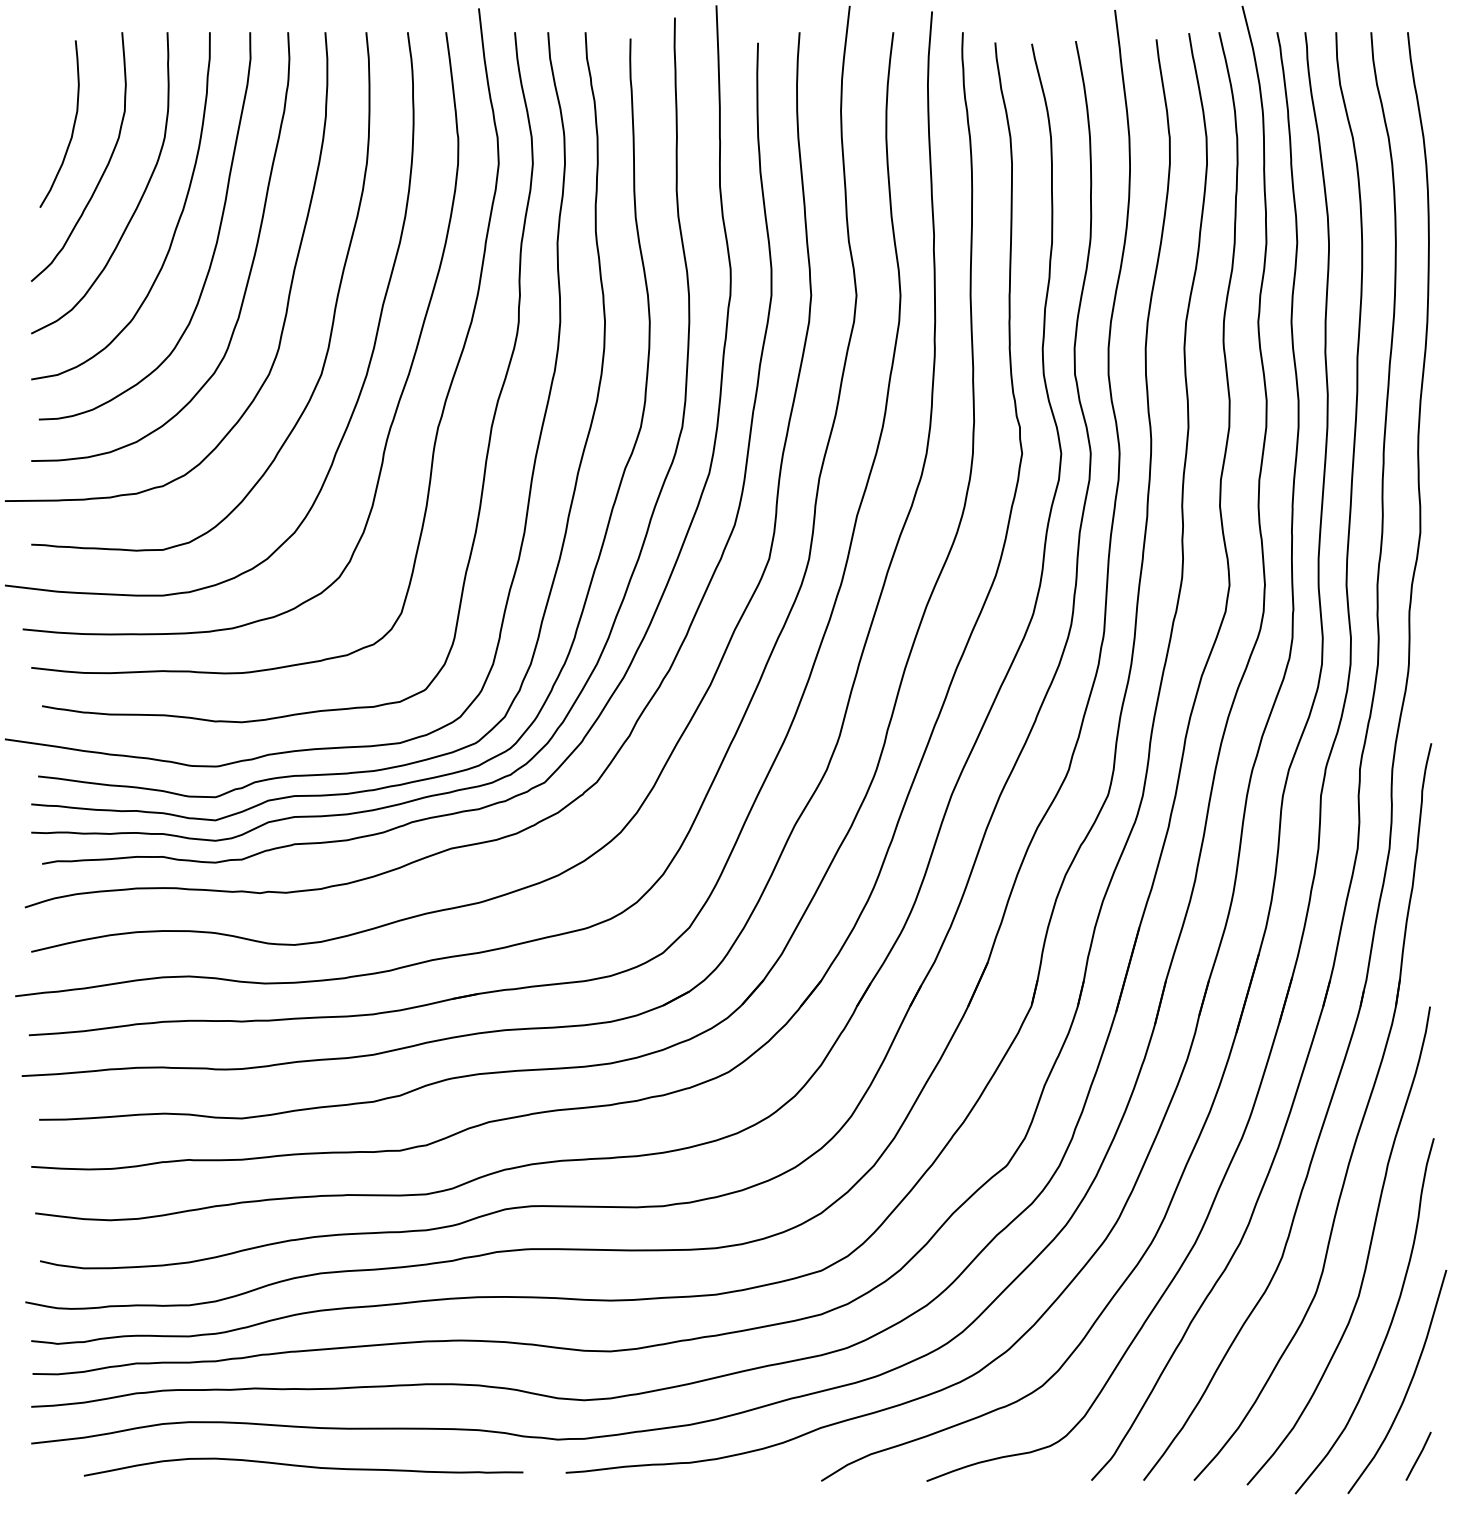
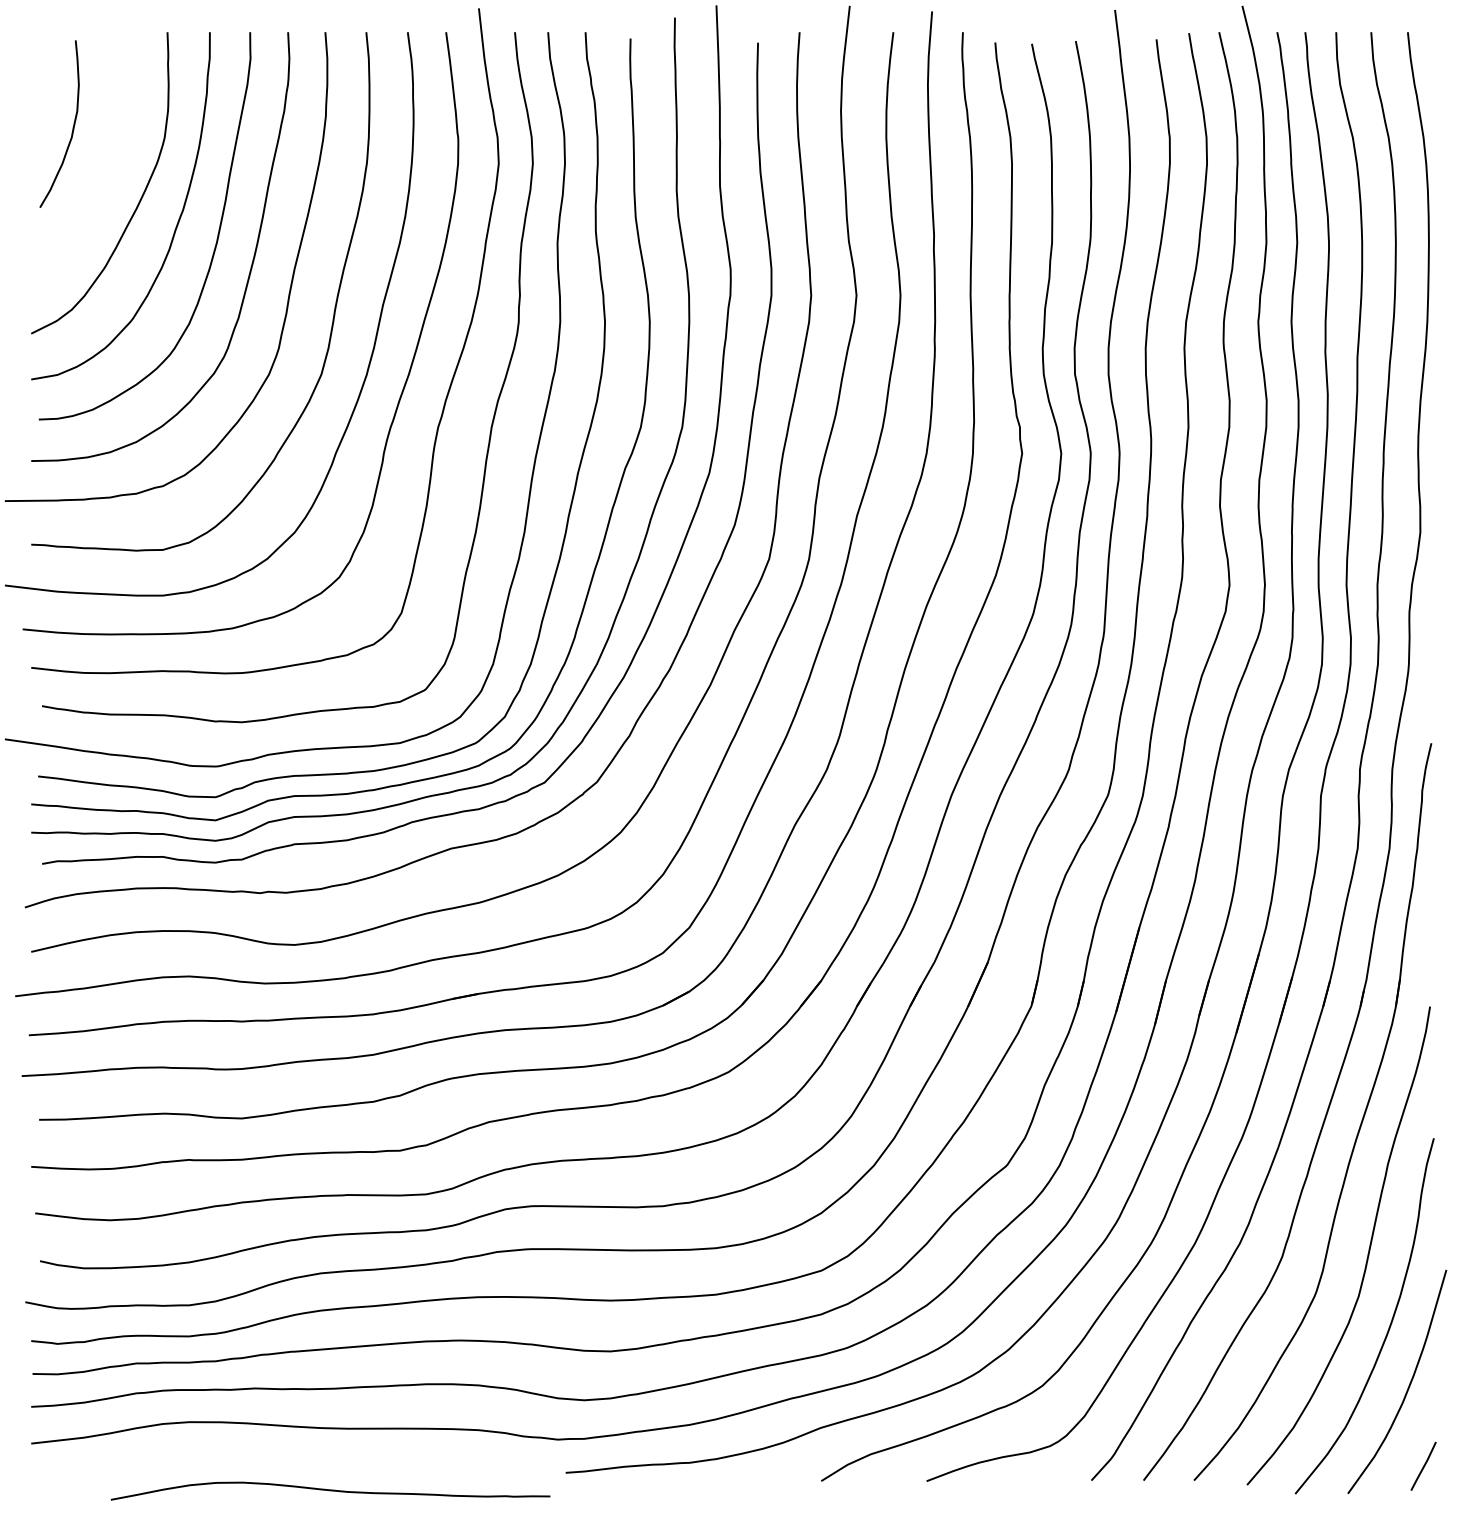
curve at (104, 169): present -> none
line at (1418, 1455) position: (1418, 1455) -> (1423, 1465)
curve at (303, 1466) position: (303, 1466) -> (330, 1490)
